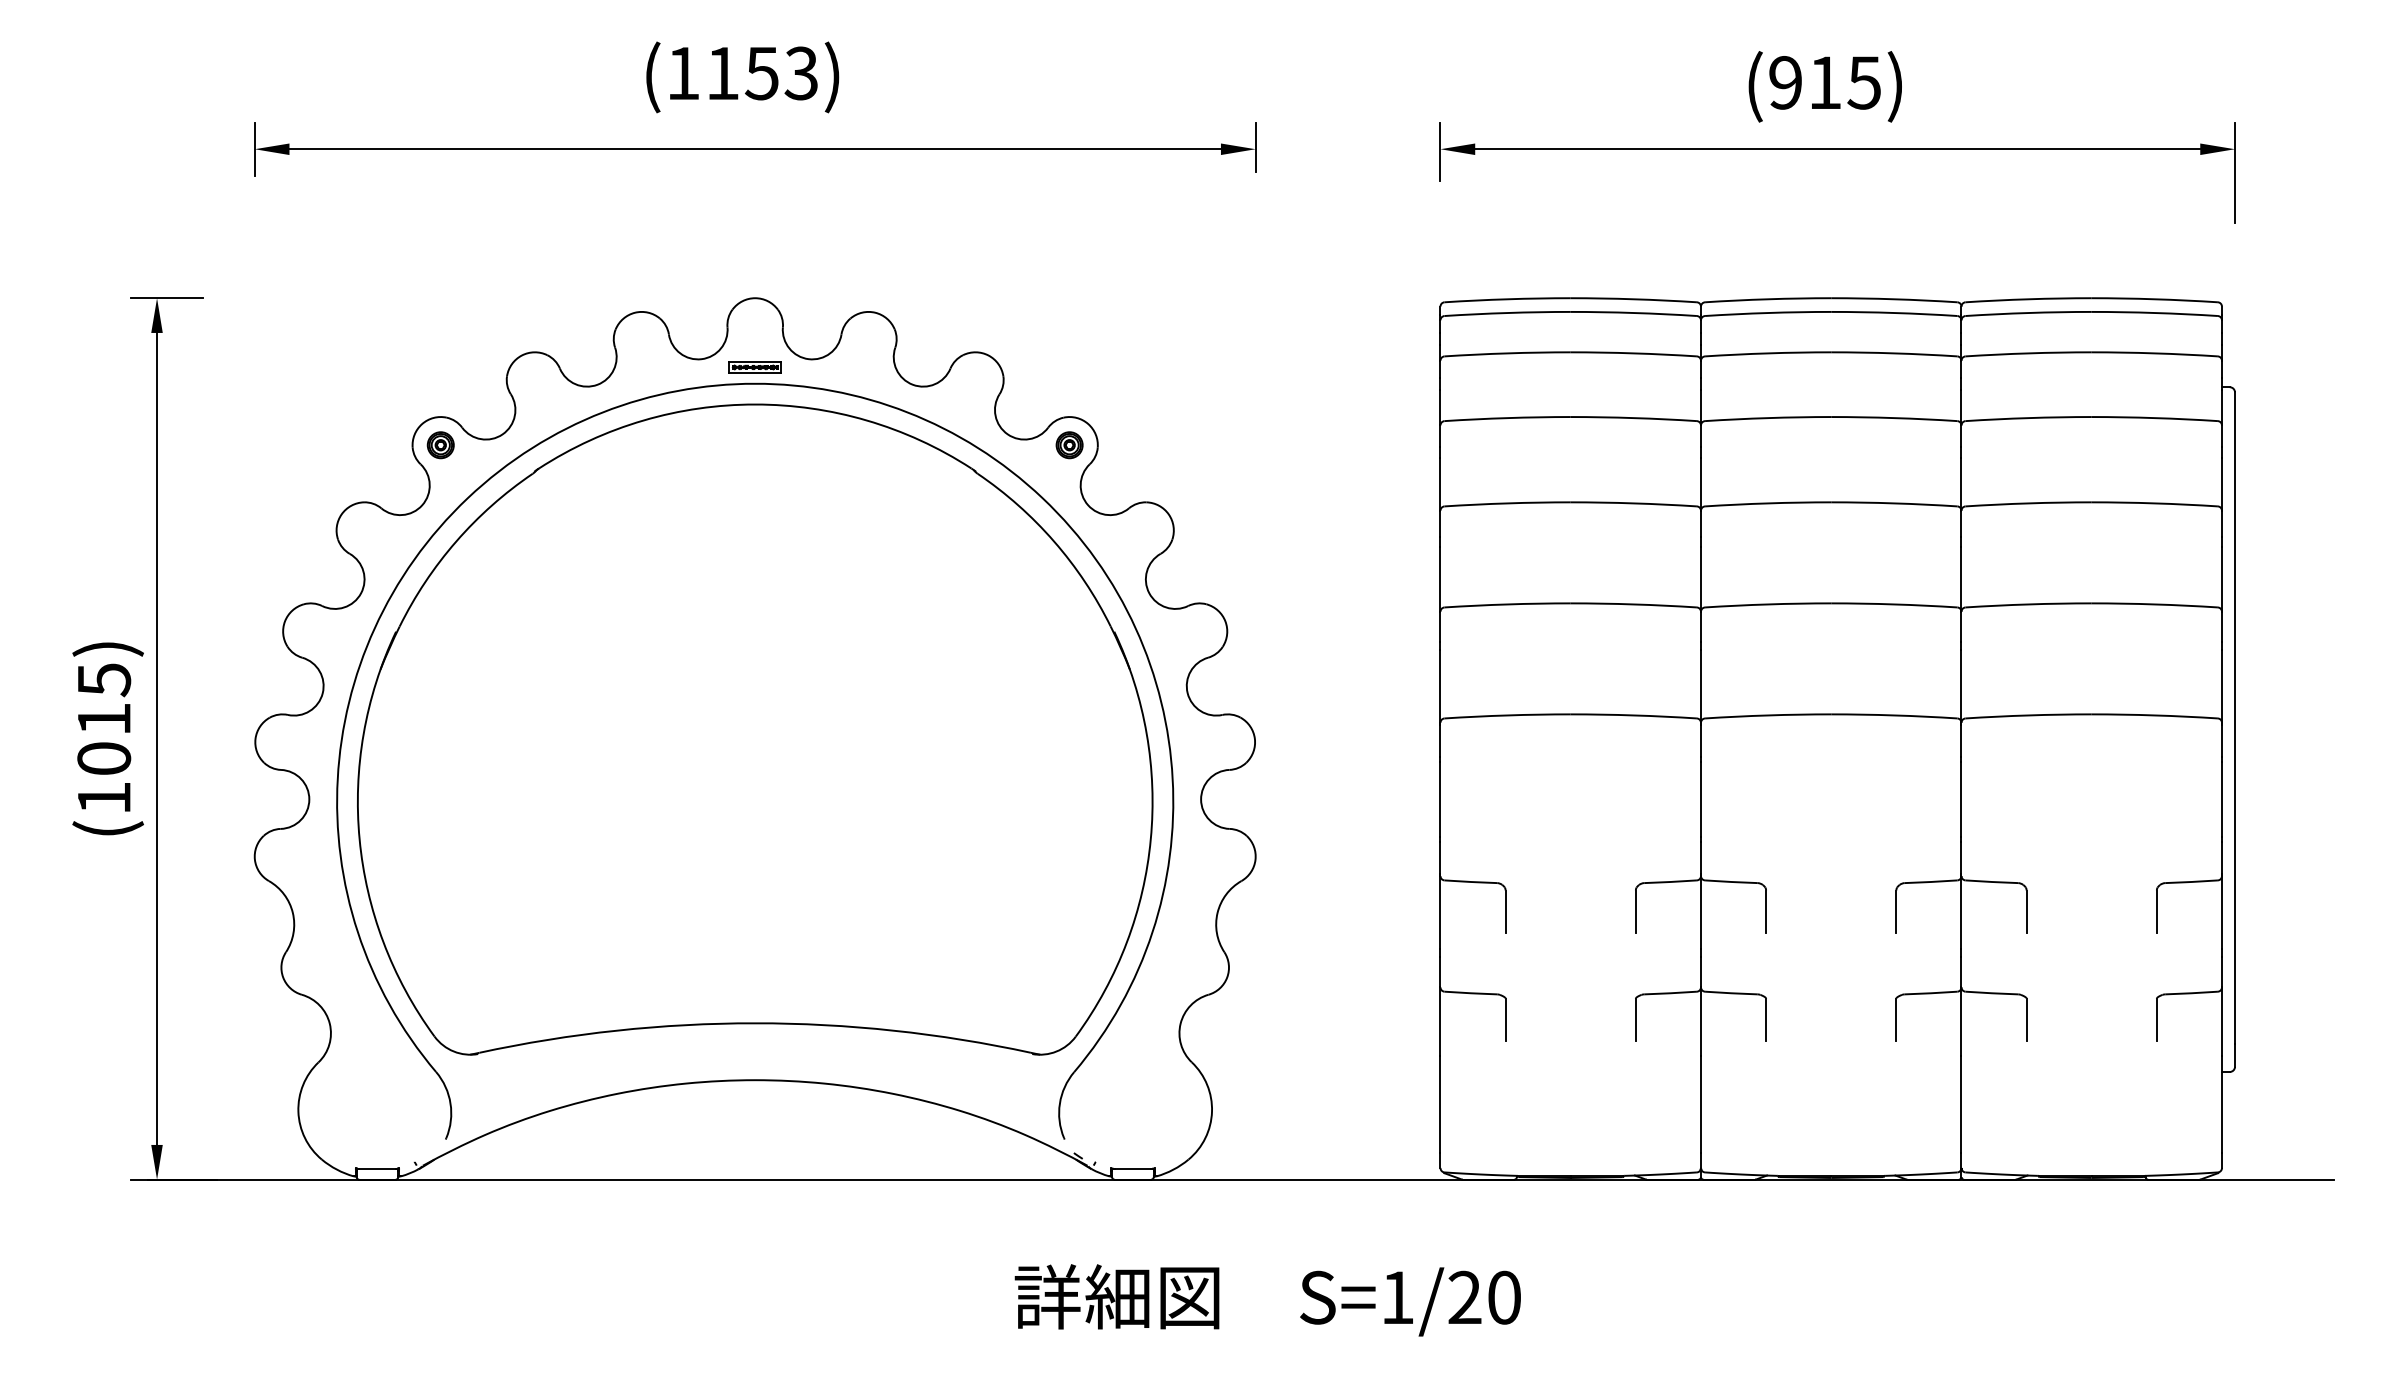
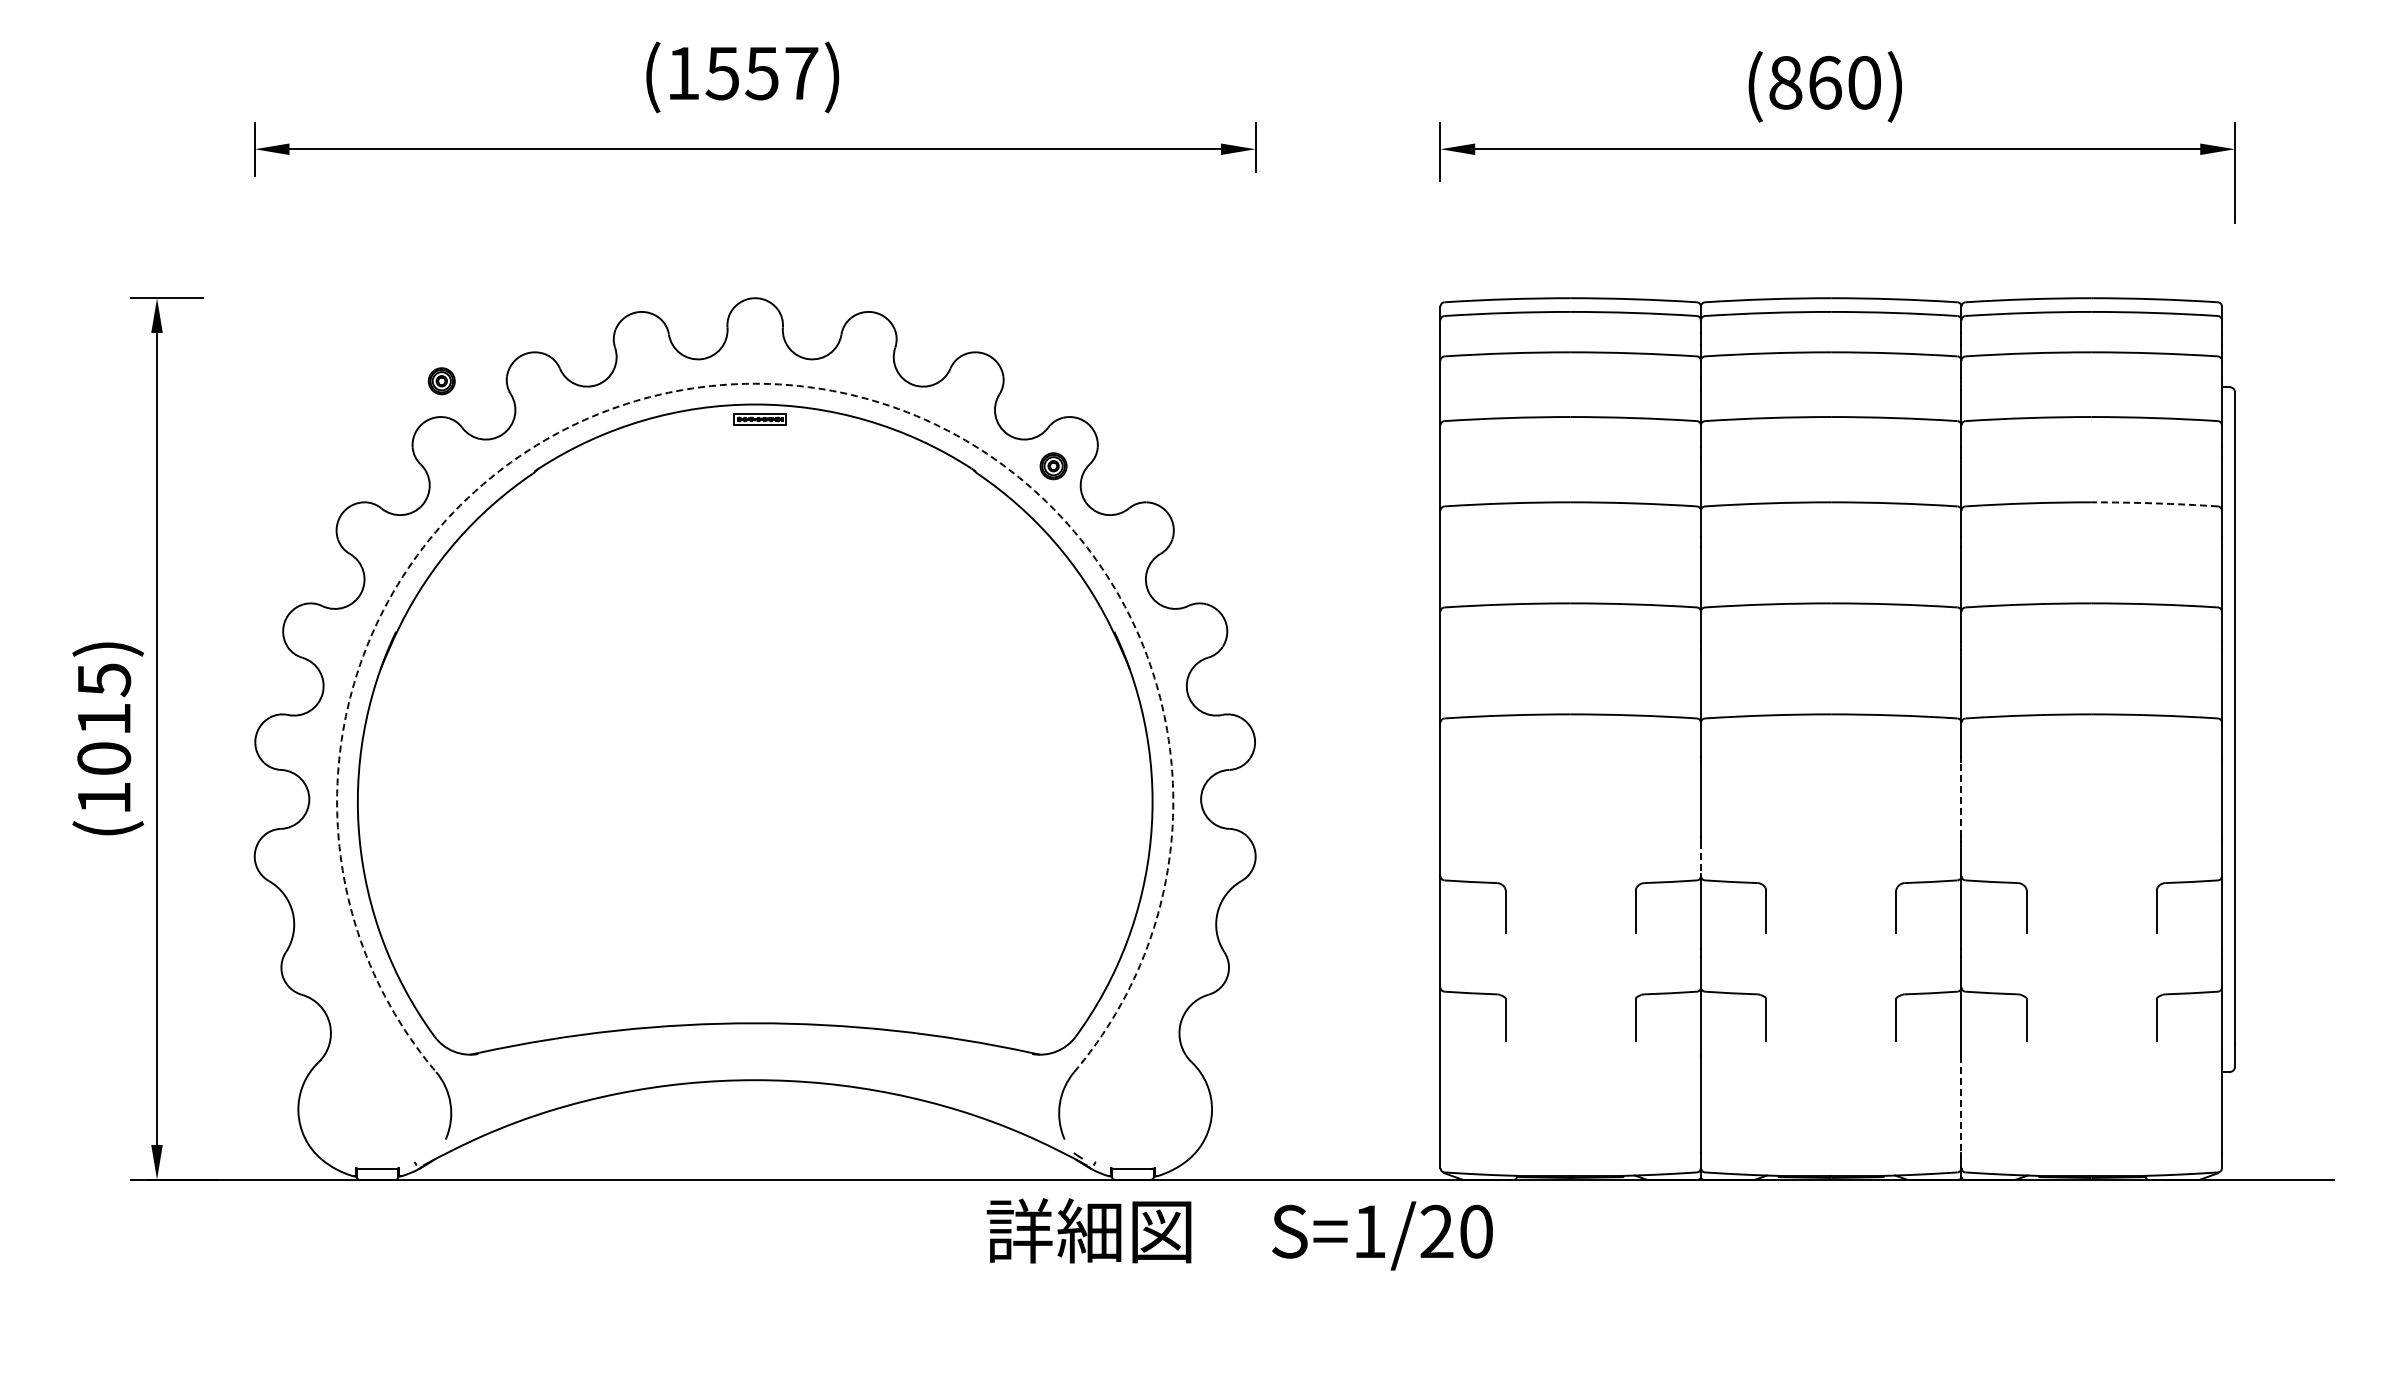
text at (761, 73): (1153) -> (1557)
text at (1824, 82): (915) -> (860)
part at (754, 367) position: (754, 367) -> (759, 419)
arc at (755, 383): solid -> dashed
part at (440, 445) position: (440, 445) -> (441, 381)
part at (1069, 445) position: (1069, 445) -> (1053, 466)
arc at (2154, 503): solid -> dashed
line at (1961, 799): solid -> dashed
line at (1700, 857): solid -> dashed
line at (1961, 1104): solid -> dashed
text at (1267, 1300) position: (1267, 1300) -> (1239, 1234)
